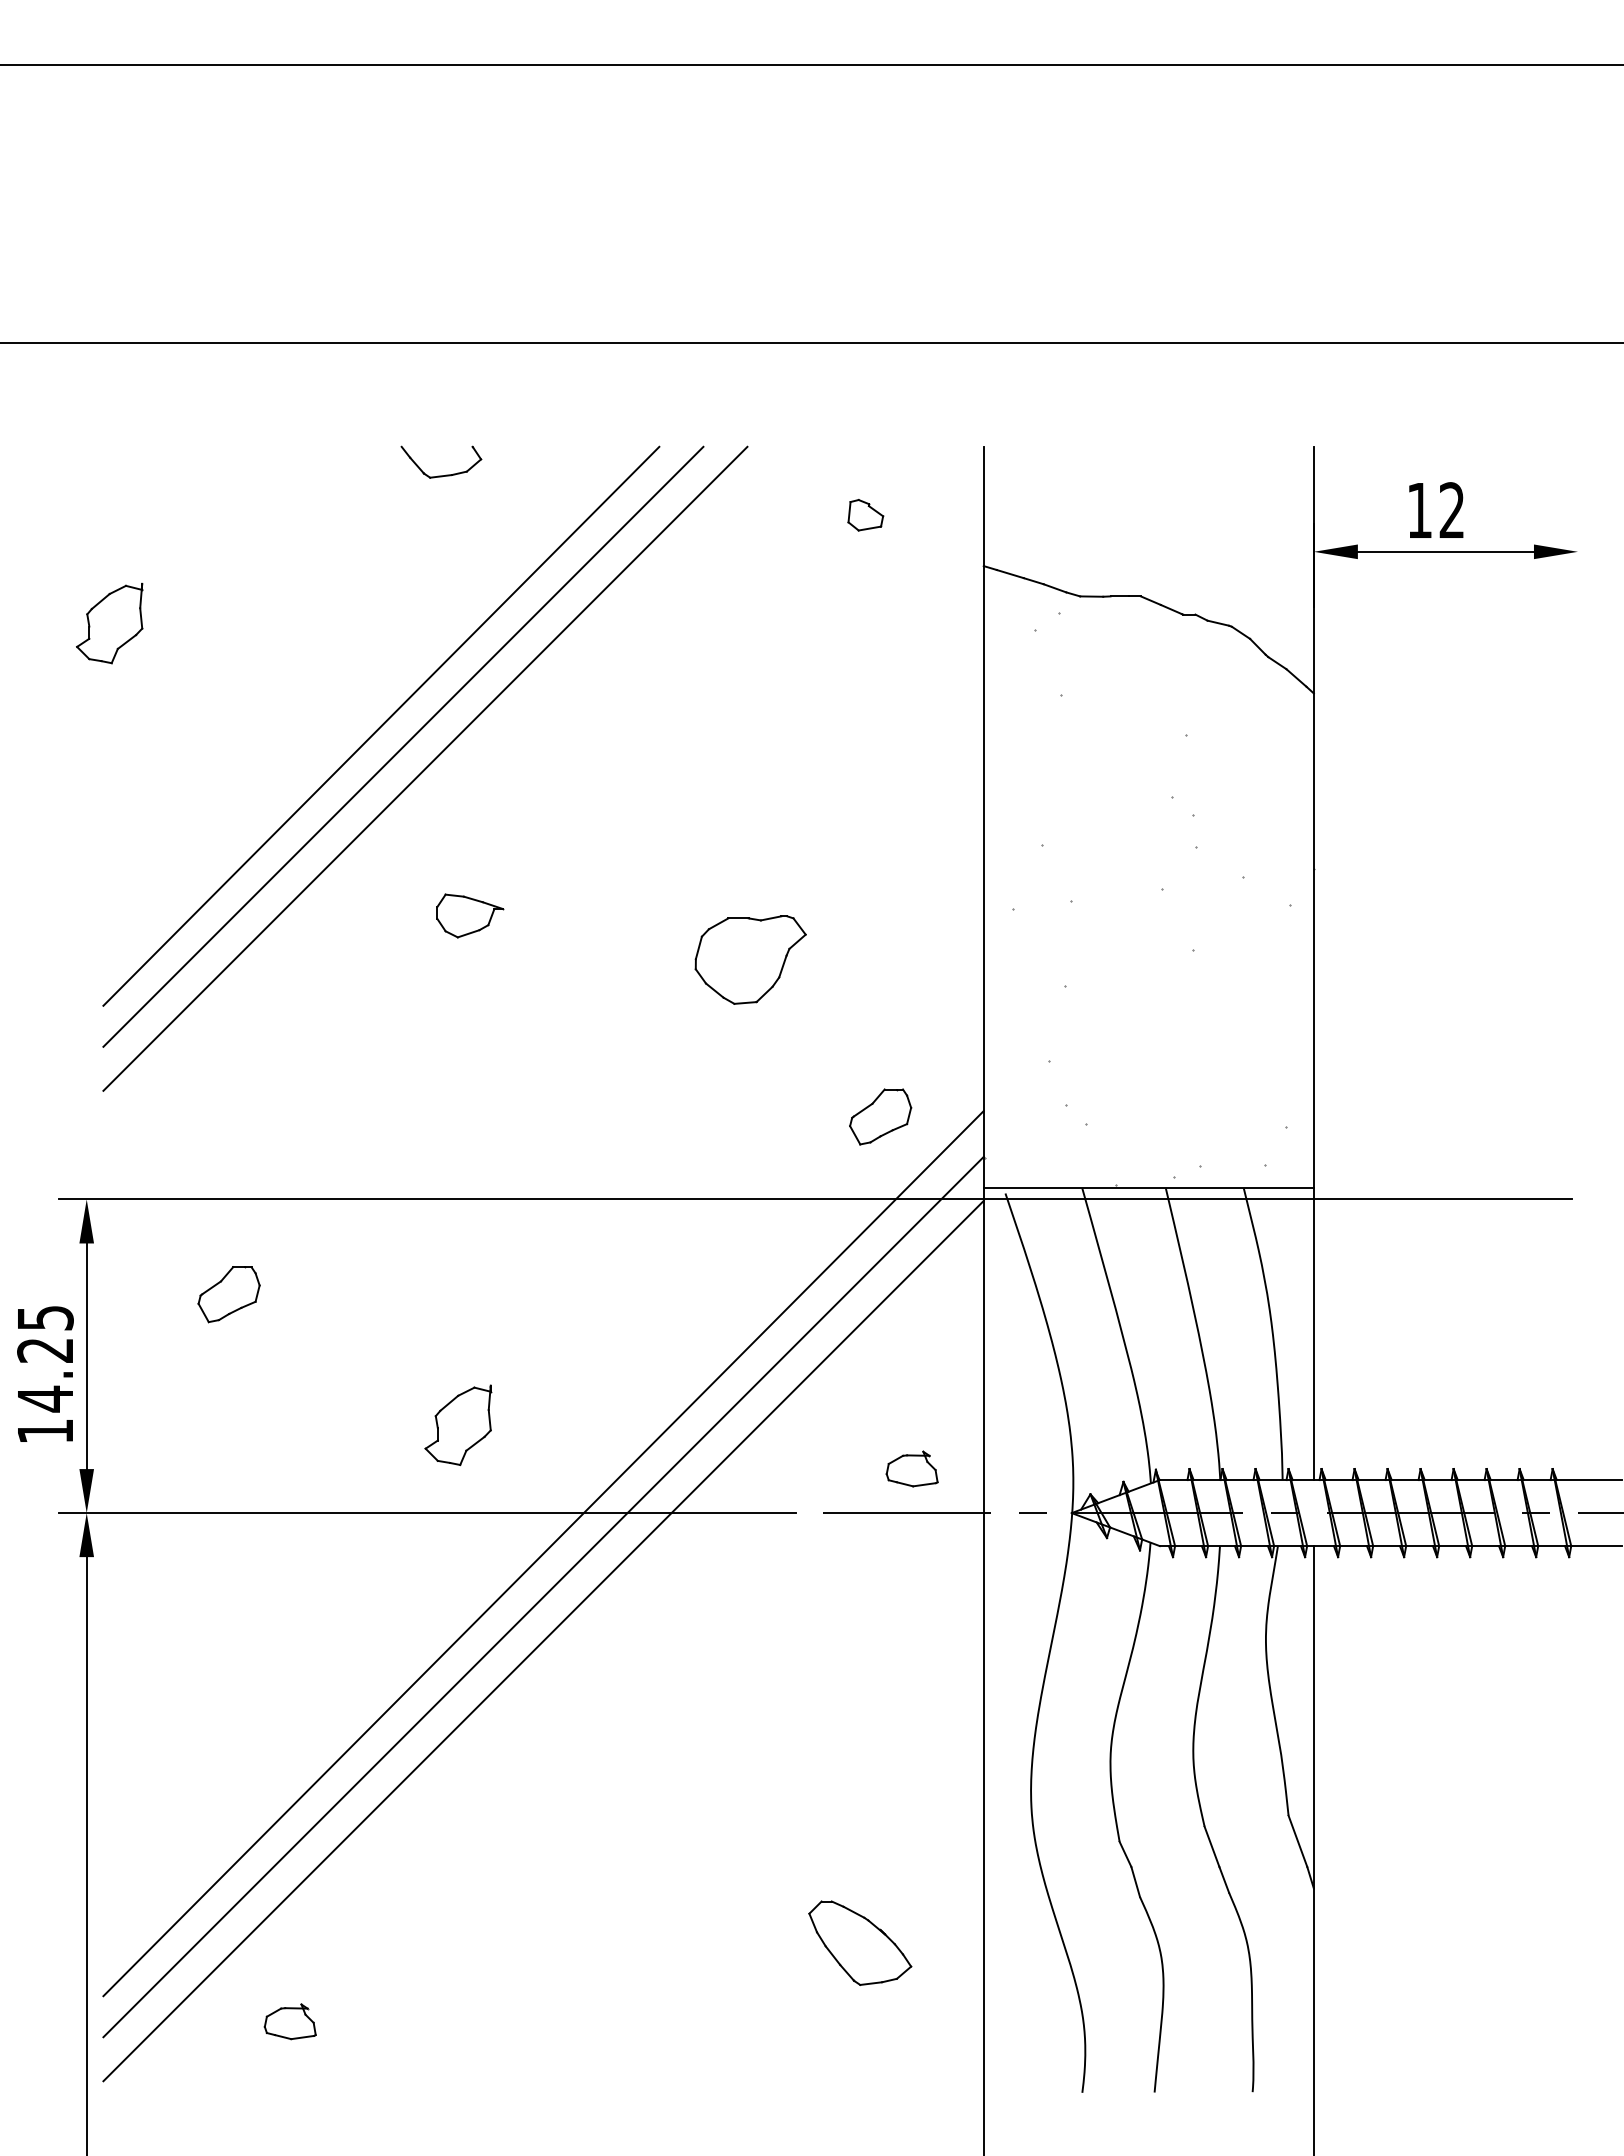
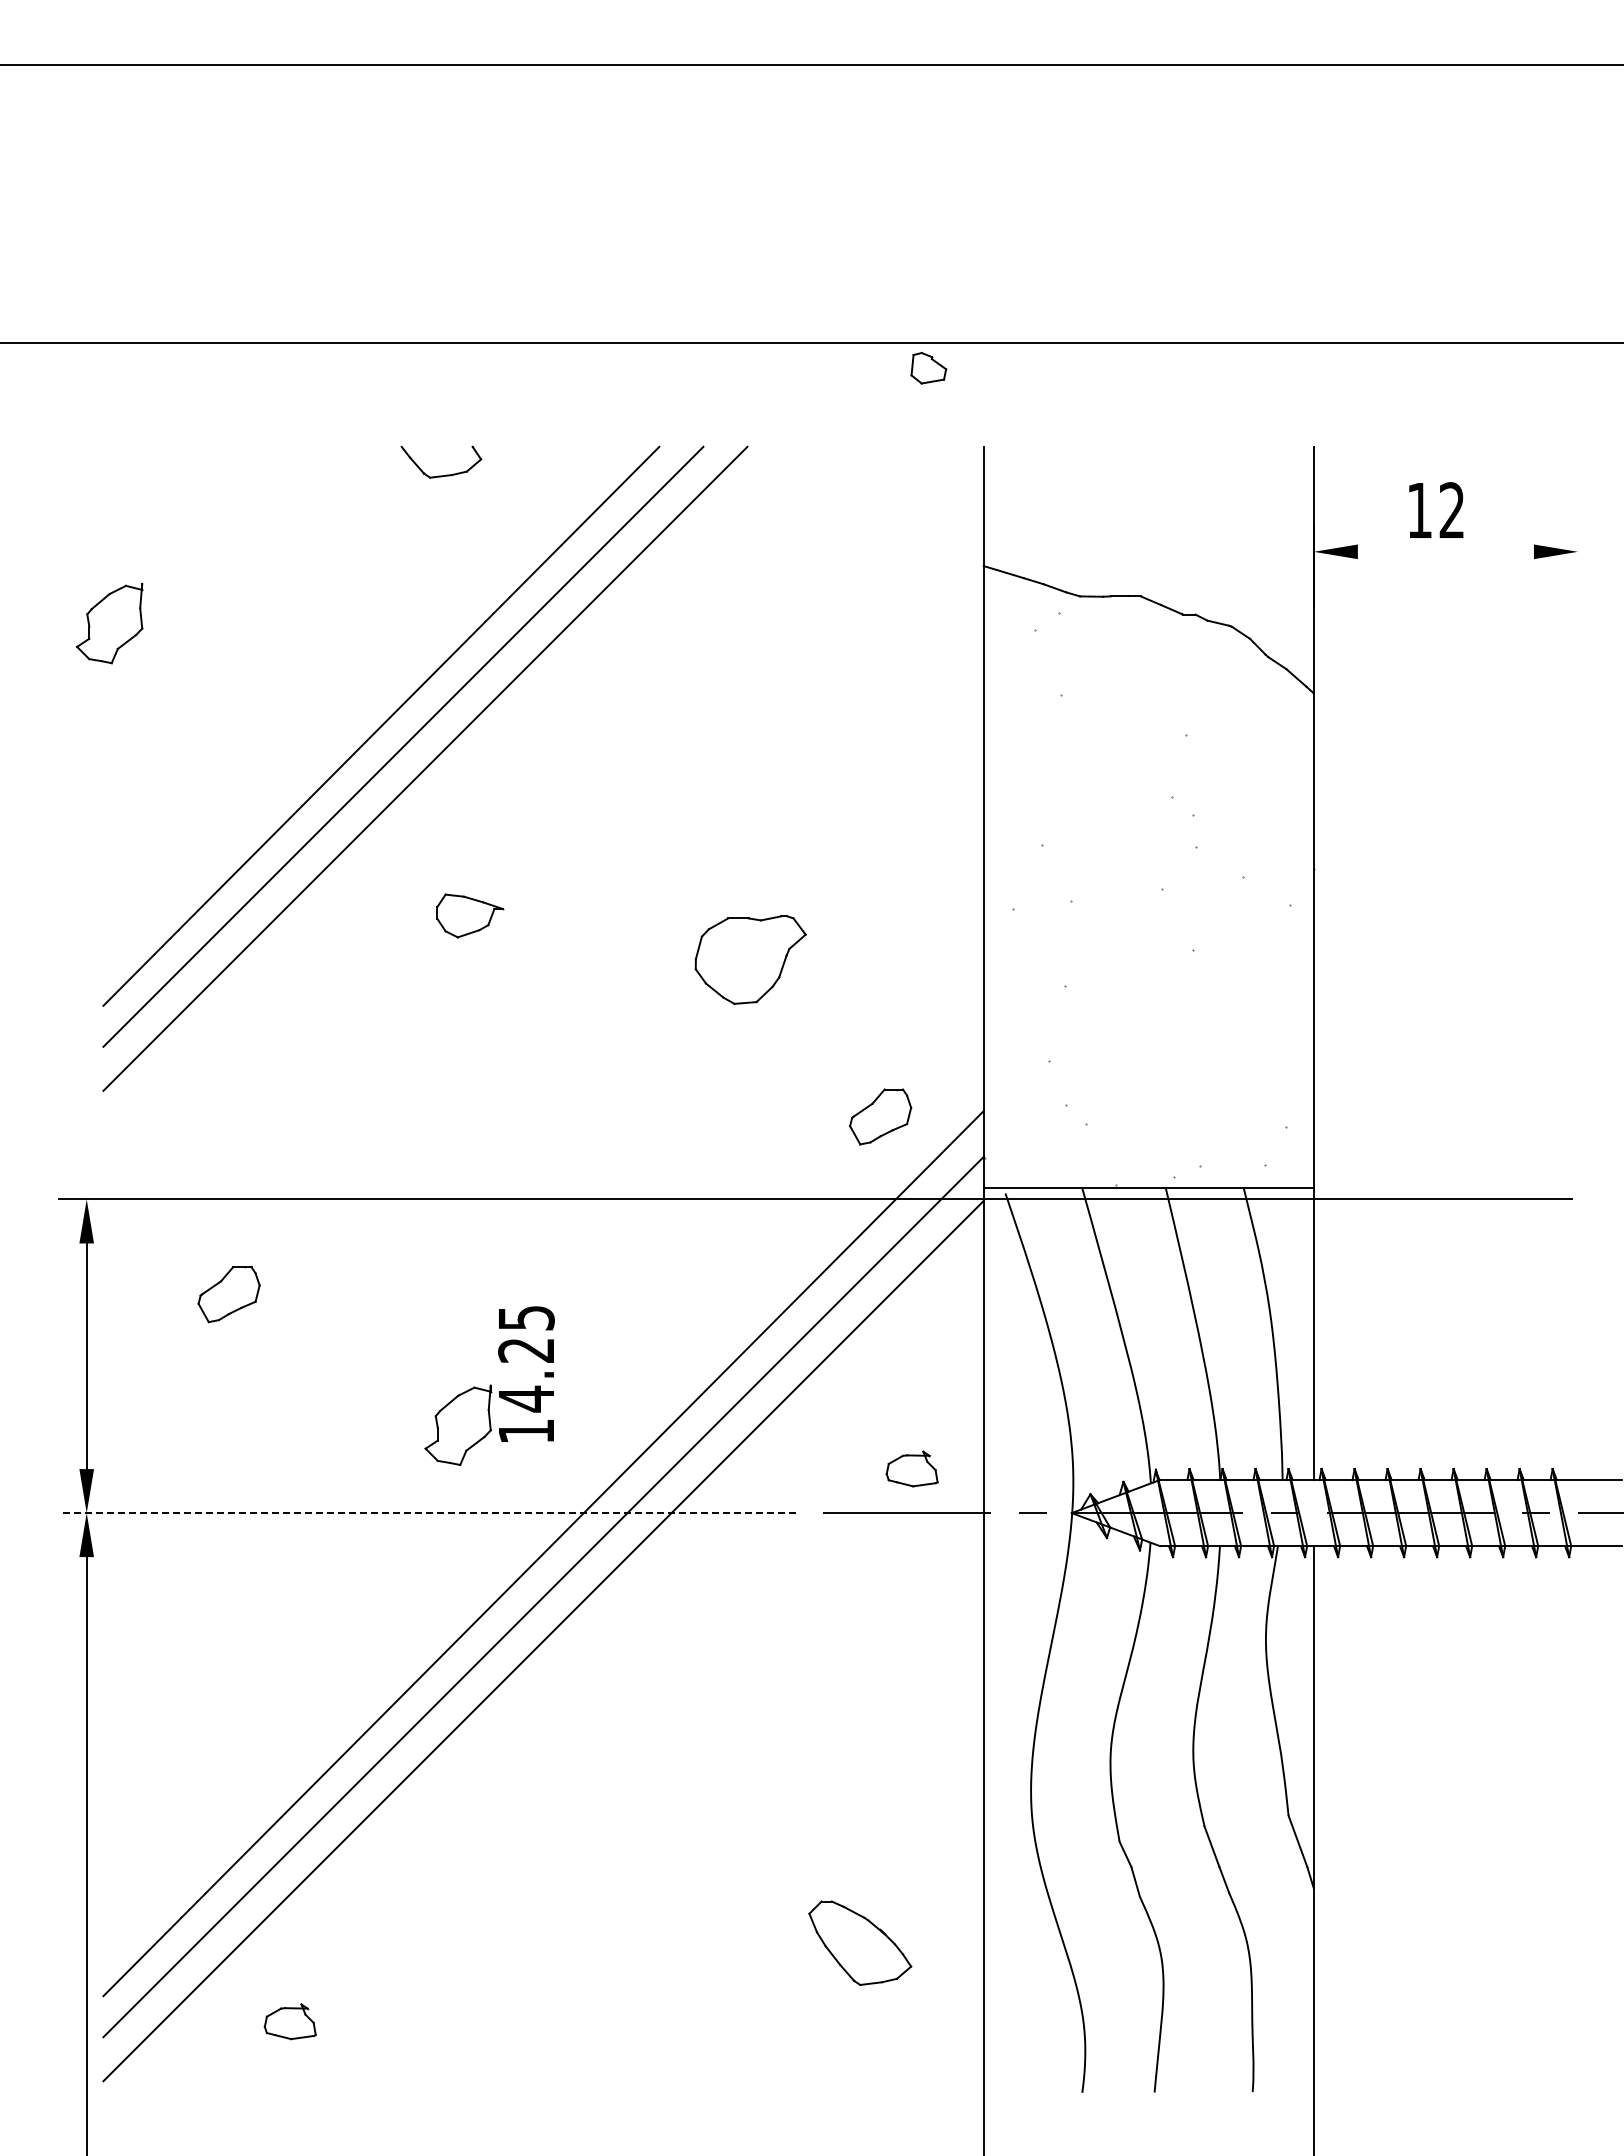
part at (865, 515) position: (865, 515) -> (928, 368)
line at (1445, 551): present -> none
text at (45, 1373) position: (45, 1373) -> (526, 1373)
line at (427, 1513): solid -> dashed
